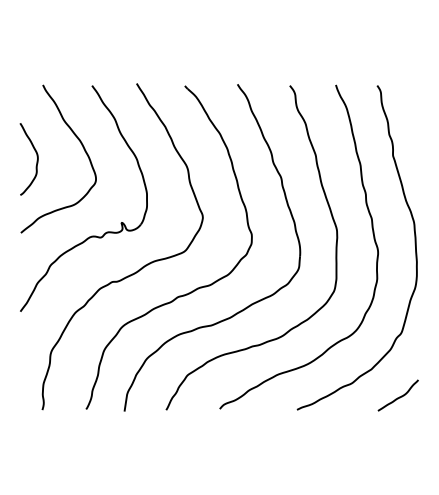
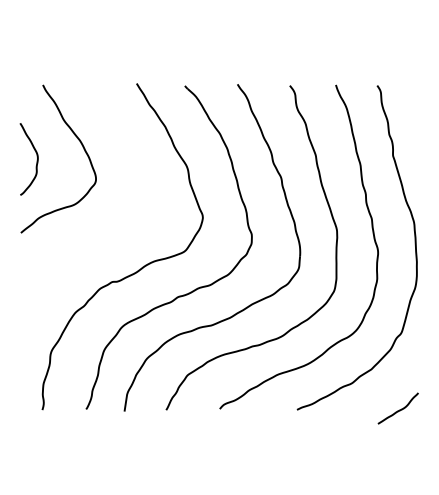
part at (91, 235): present -> none
curve at (397, 397) position: (397, 397) -> (397, 410)
